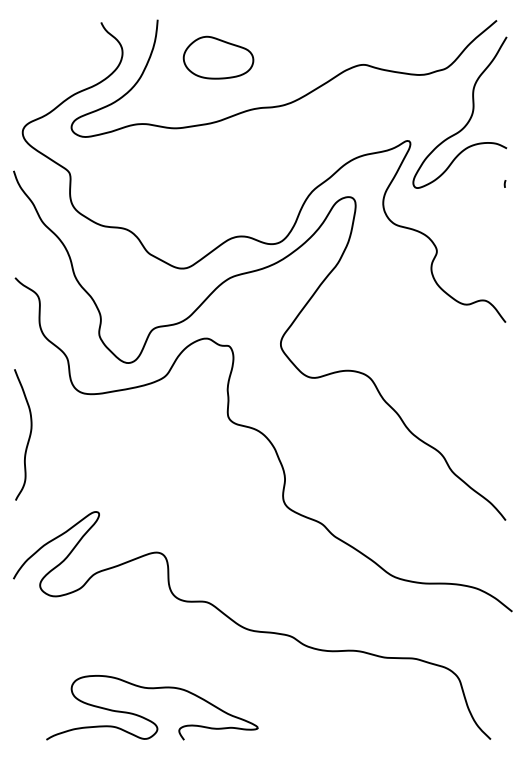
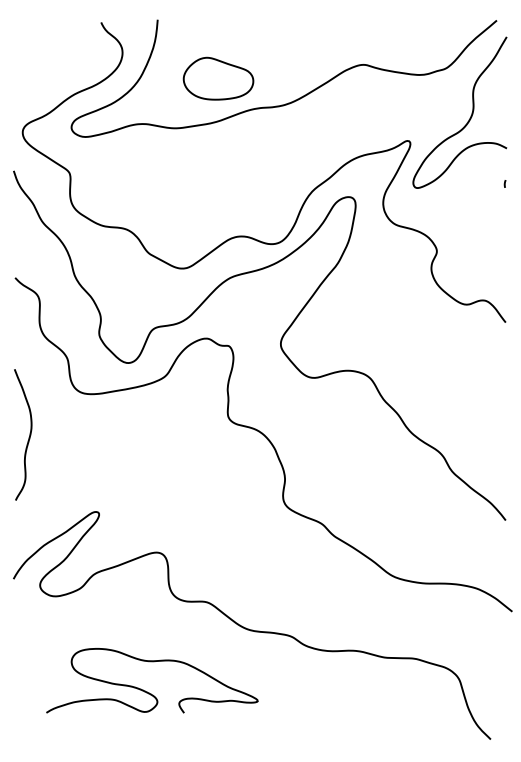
part at (218, 57) position: (218, 57) -> (218, 78)
curve at (147, 718) position: (147, 718) -> (147, 691)
